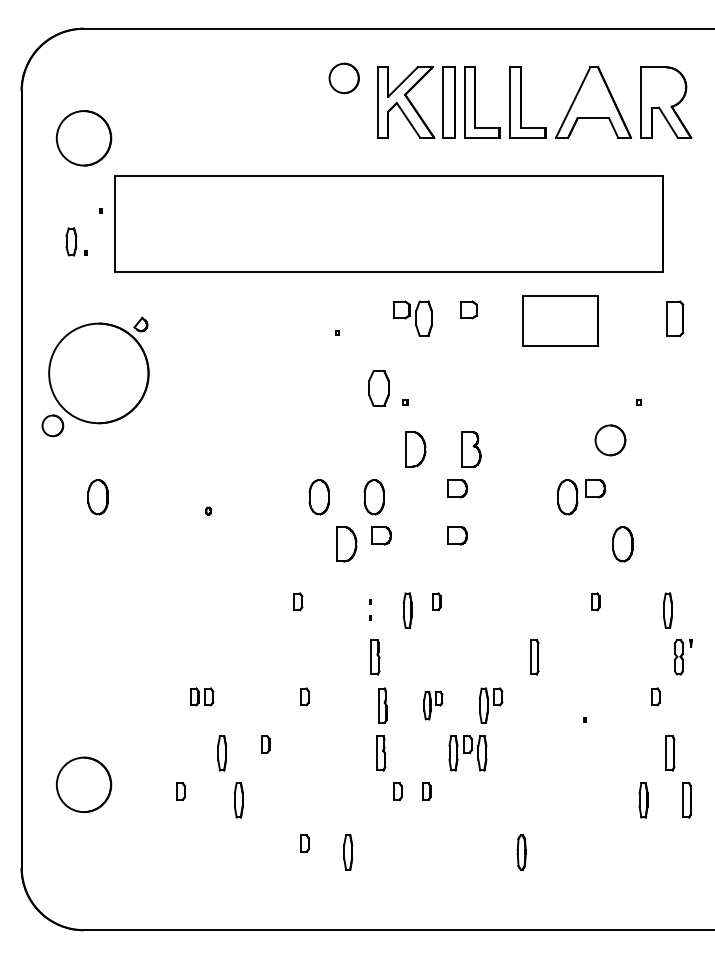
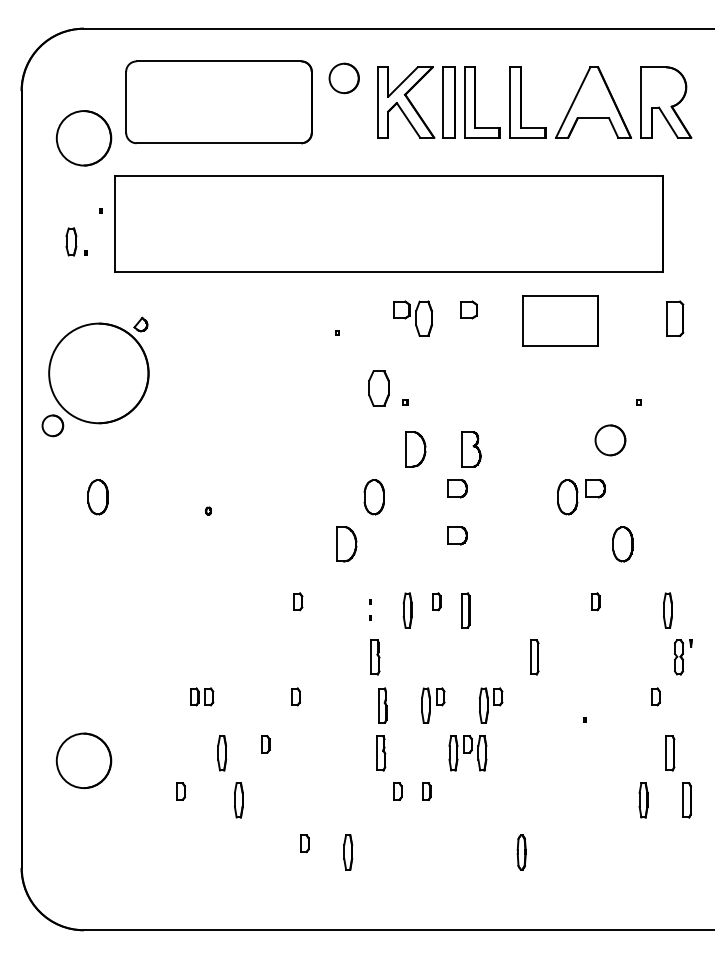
part at (218, 102): none -> present
part at (318, 497): present -> none
part at (381, 535): present -> none
part at (465, 610): none -> present
part at (304, 696) position: (304, 696) -> (295, 696)
part at (433, 705) size: 21x31 px -> 25x37 px
part at (83, 784) position: (83, 784) -> (83, 760)
